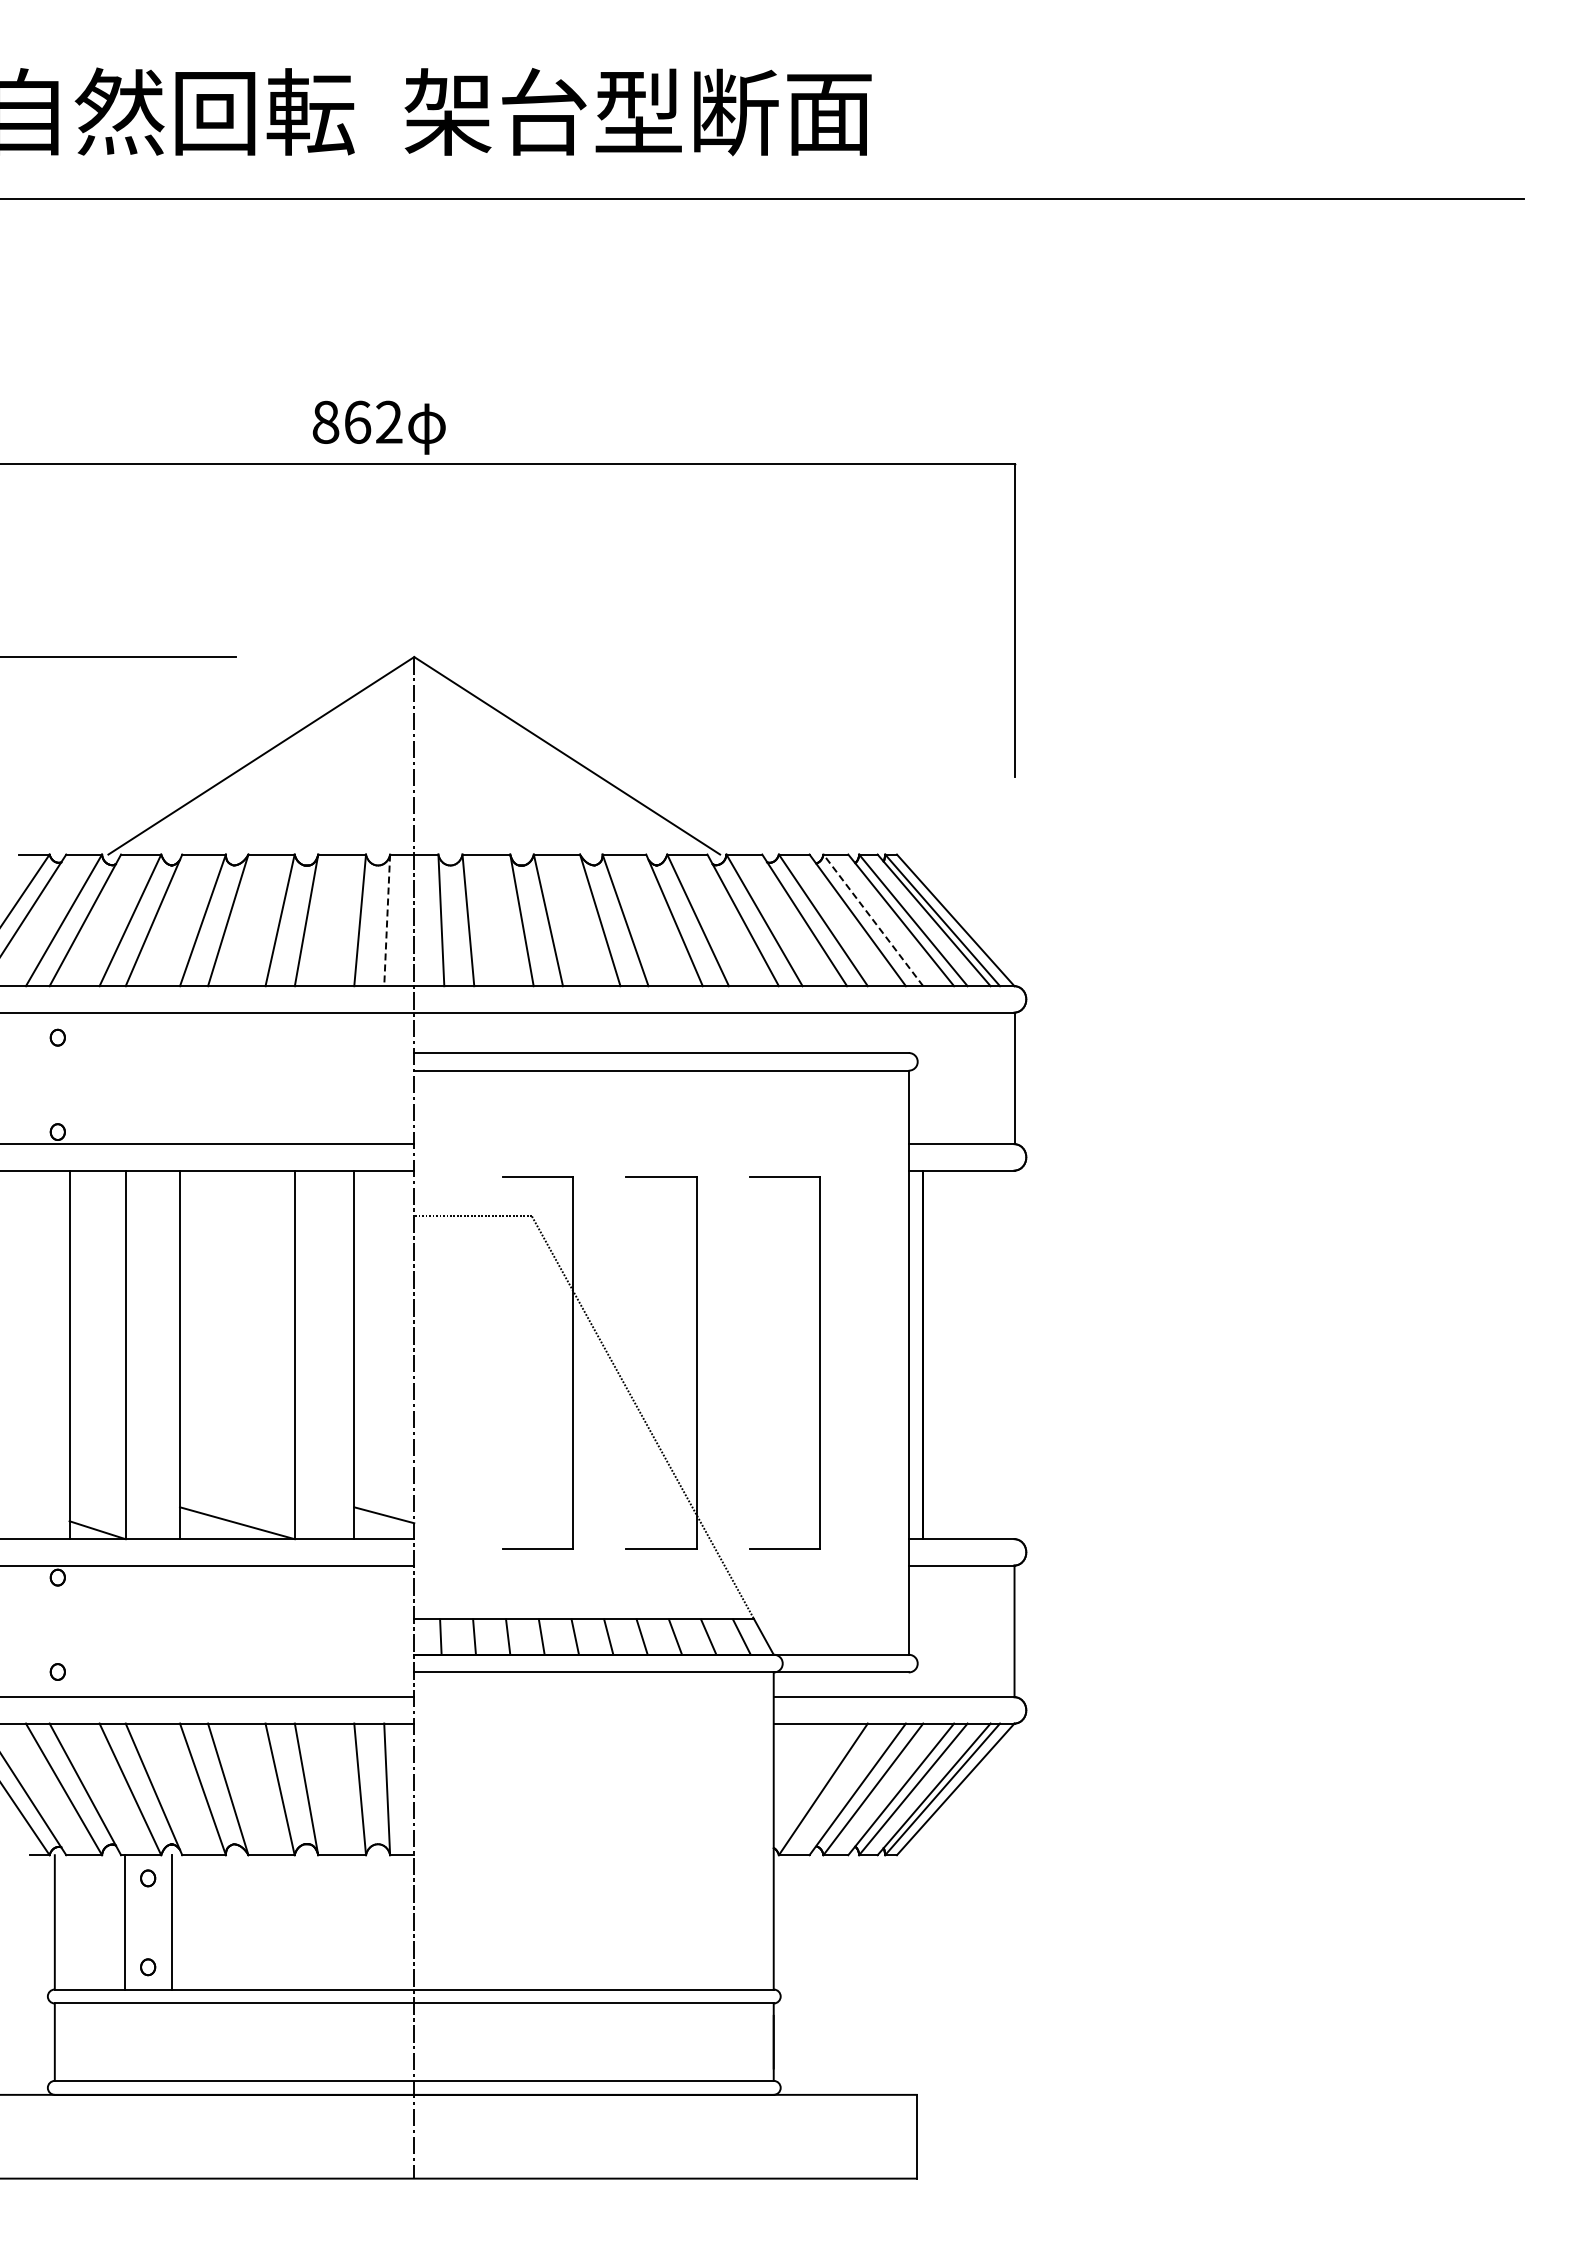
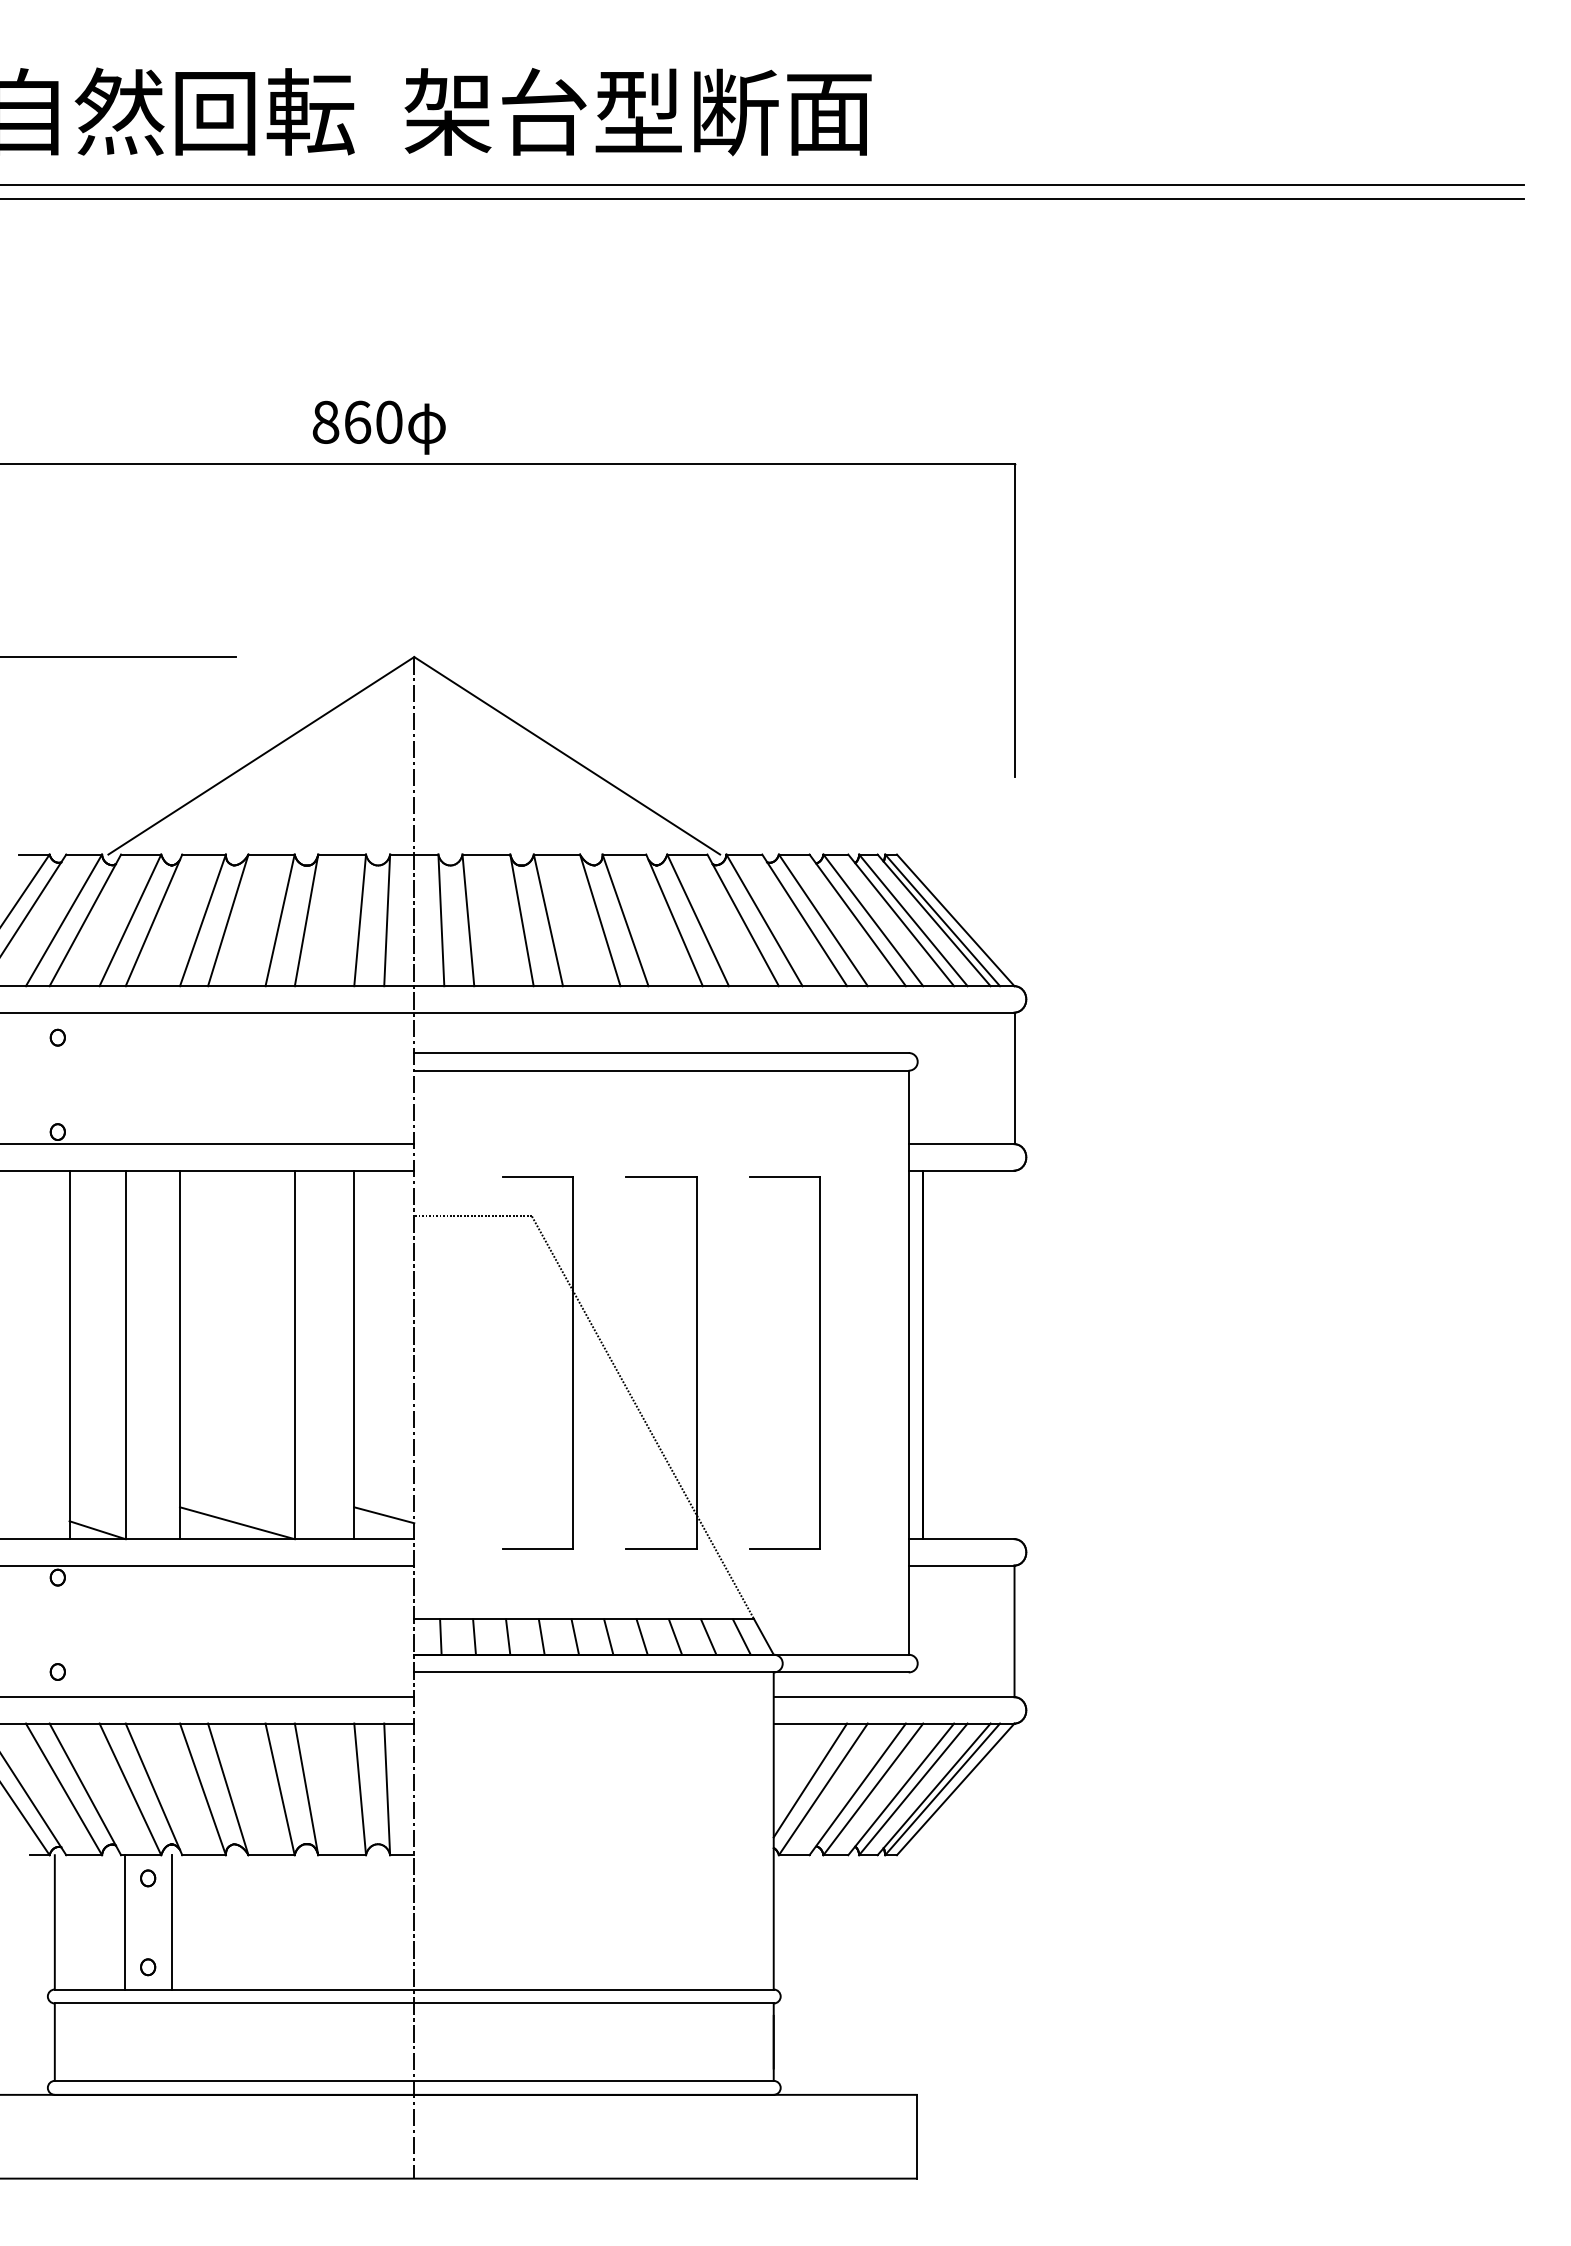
line at (763, 185): none -> present
text at (389, 421): 862 -> 860
line at (387, 920): dashed -> solid
line at (873, 920): dashed -> solid
line at (810, 1780): none -> present
